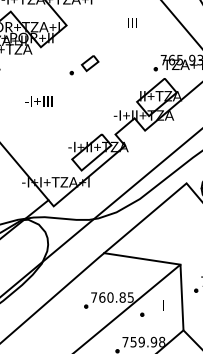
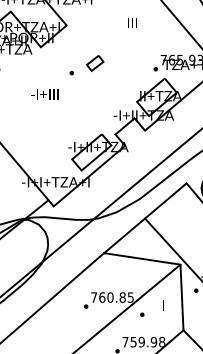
part at (89, 63) position: (89, 63) -> (94, 63)
text at (38, 101) position: (38, 101) -> (44, 94)
line at (172, 248): none -> present
